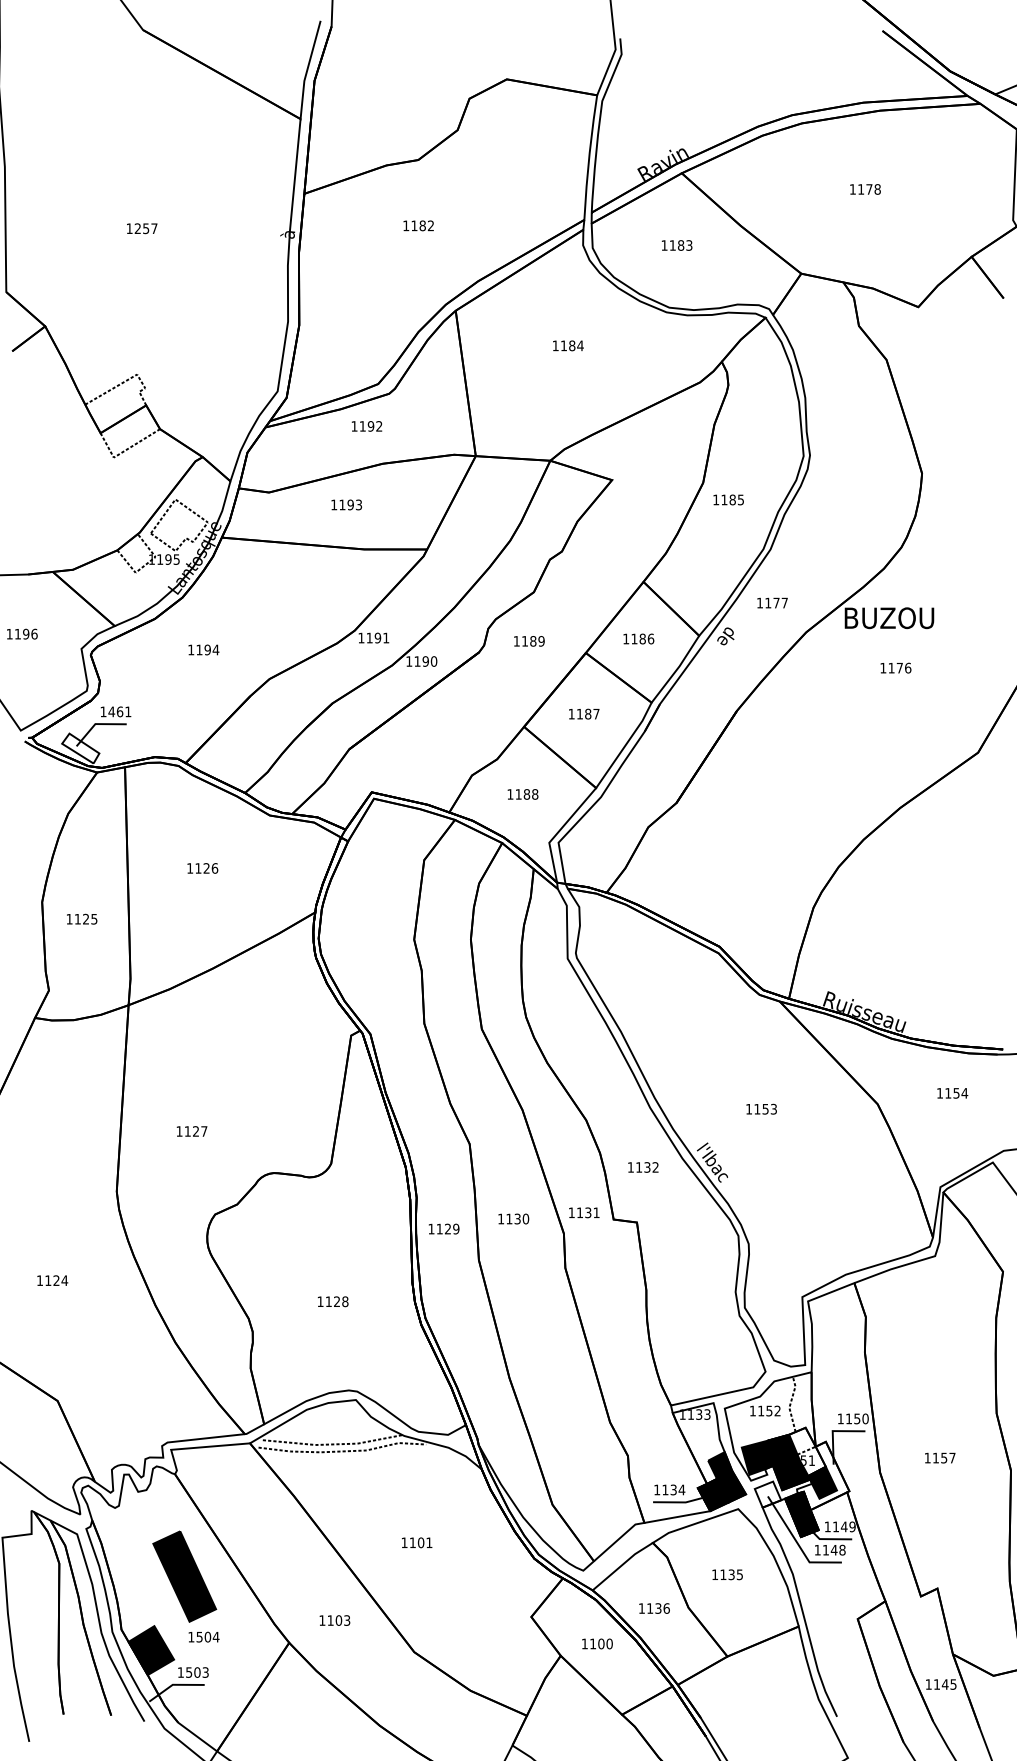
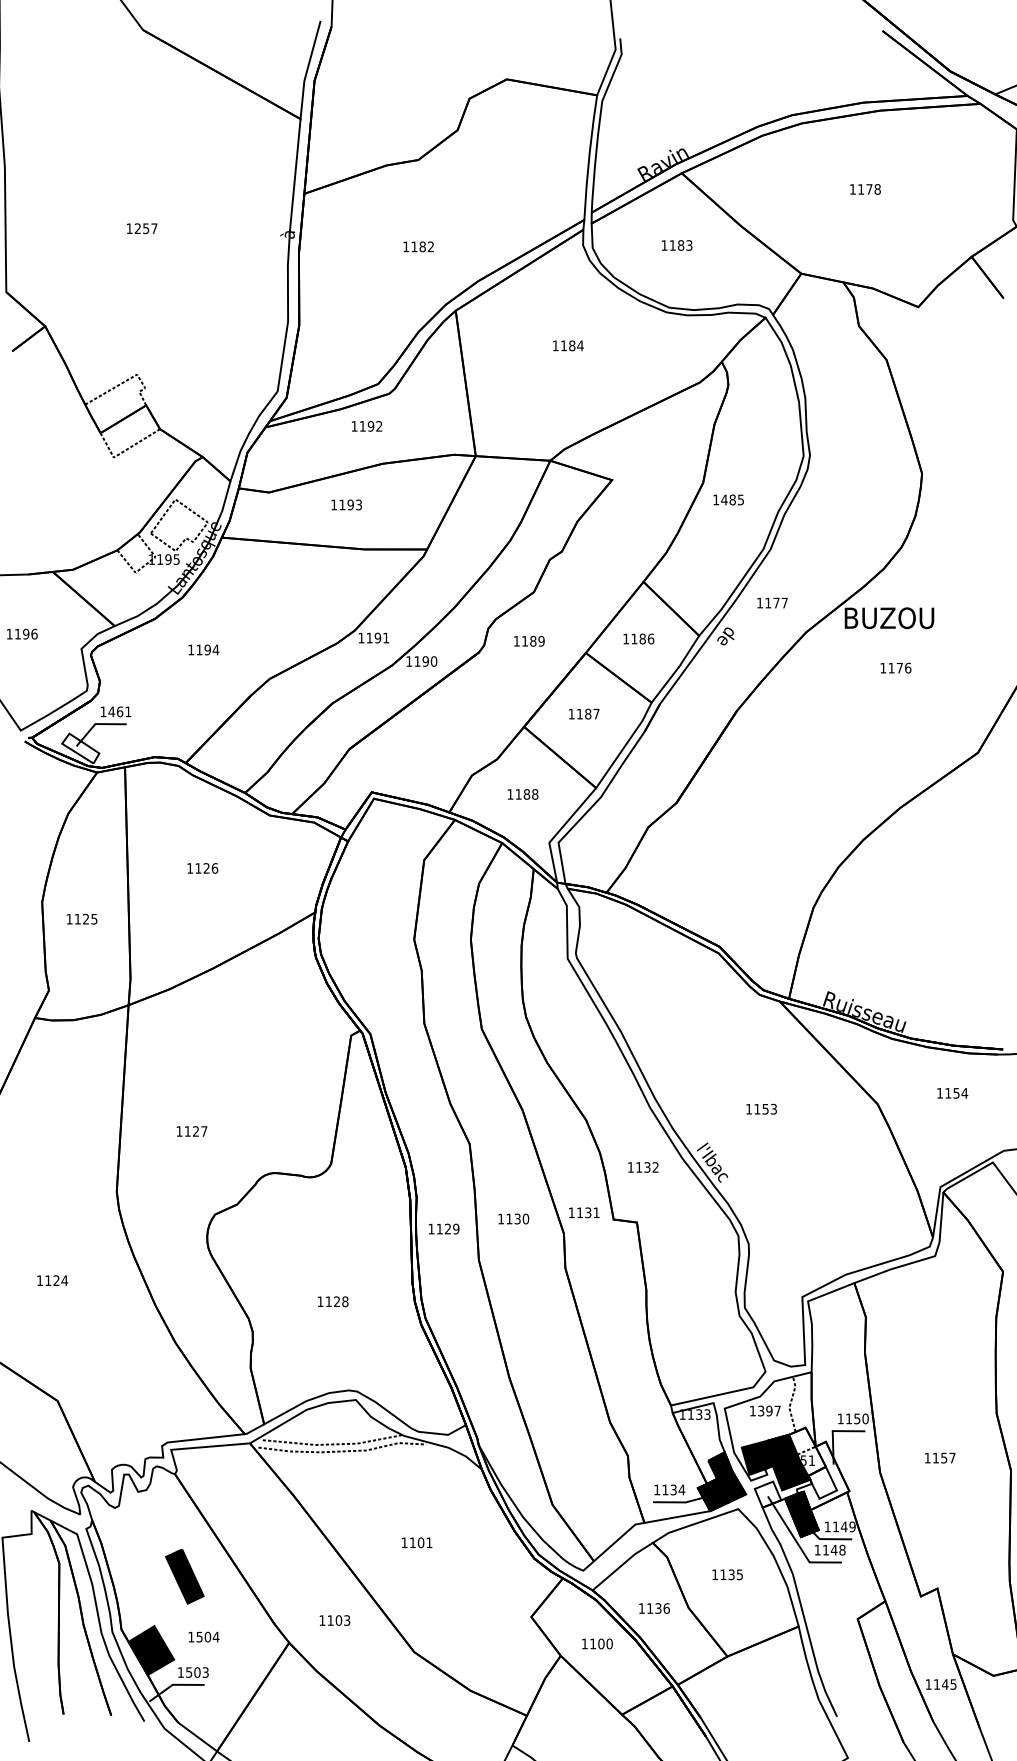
text at (418, 225) position: (418, 225) -> (418, 246)
text at (724, 499): 1185 -> 1485
text at (769, 1410): 1152 -> 1397
fill at (822, 1482): present -> none
part at (184, 1576) size: 66x93 px -> 40x57 px
